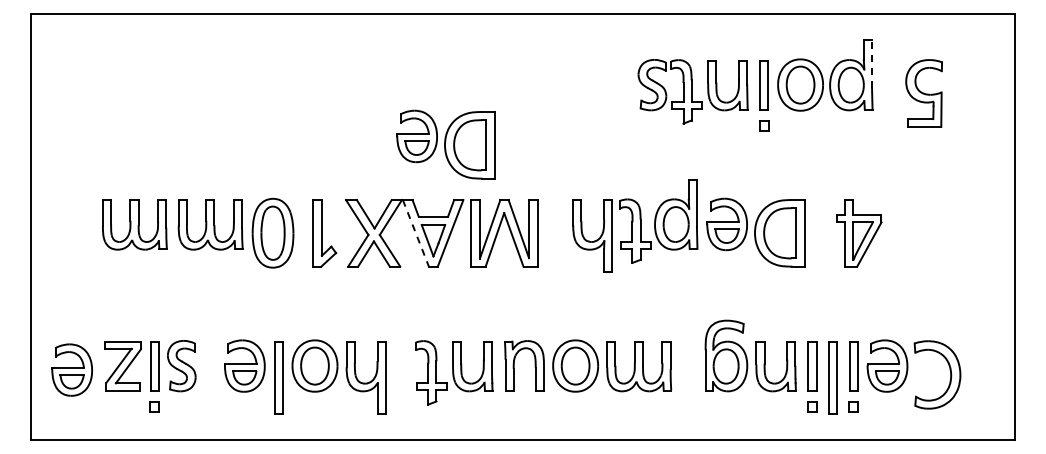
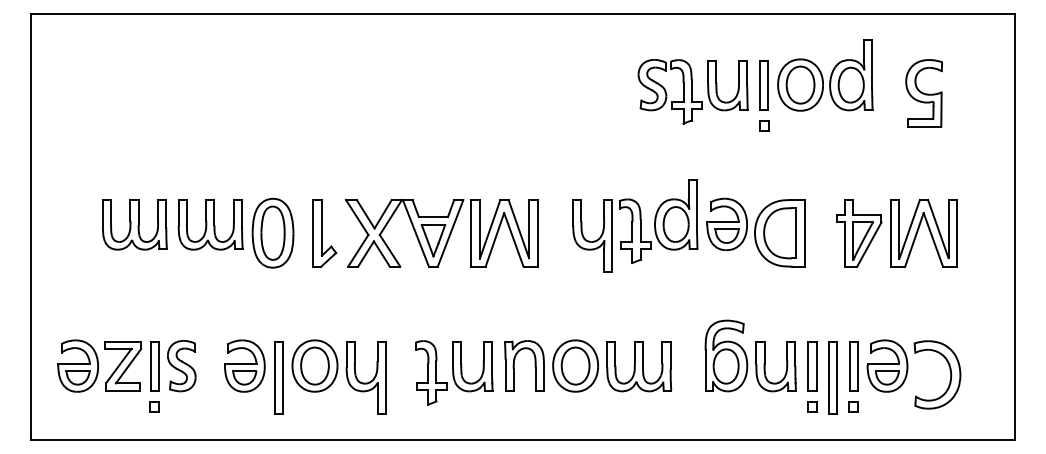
line at (872, 64): dashed -> solid
part at (445, 144): present -> none
line at (415, 233): dashed -> solid
part at (923, 233): none -> present
part at (71, 369) position: (71, 369) -> (77, 365)
